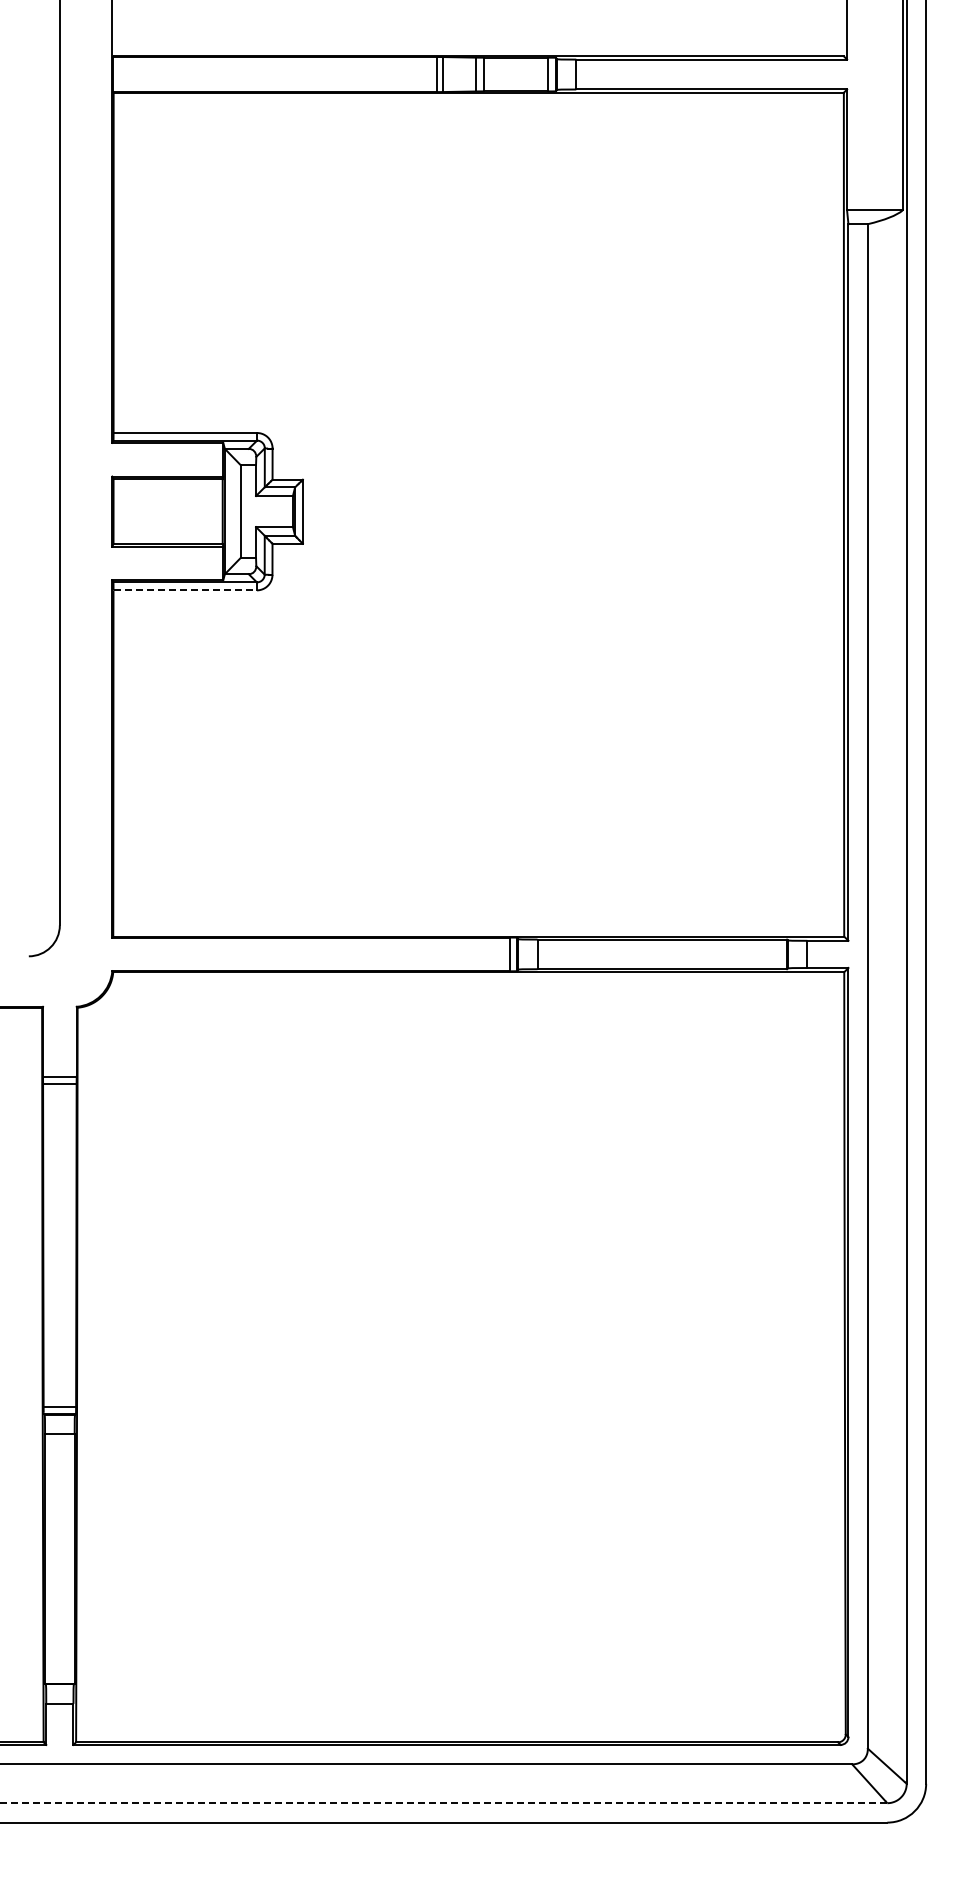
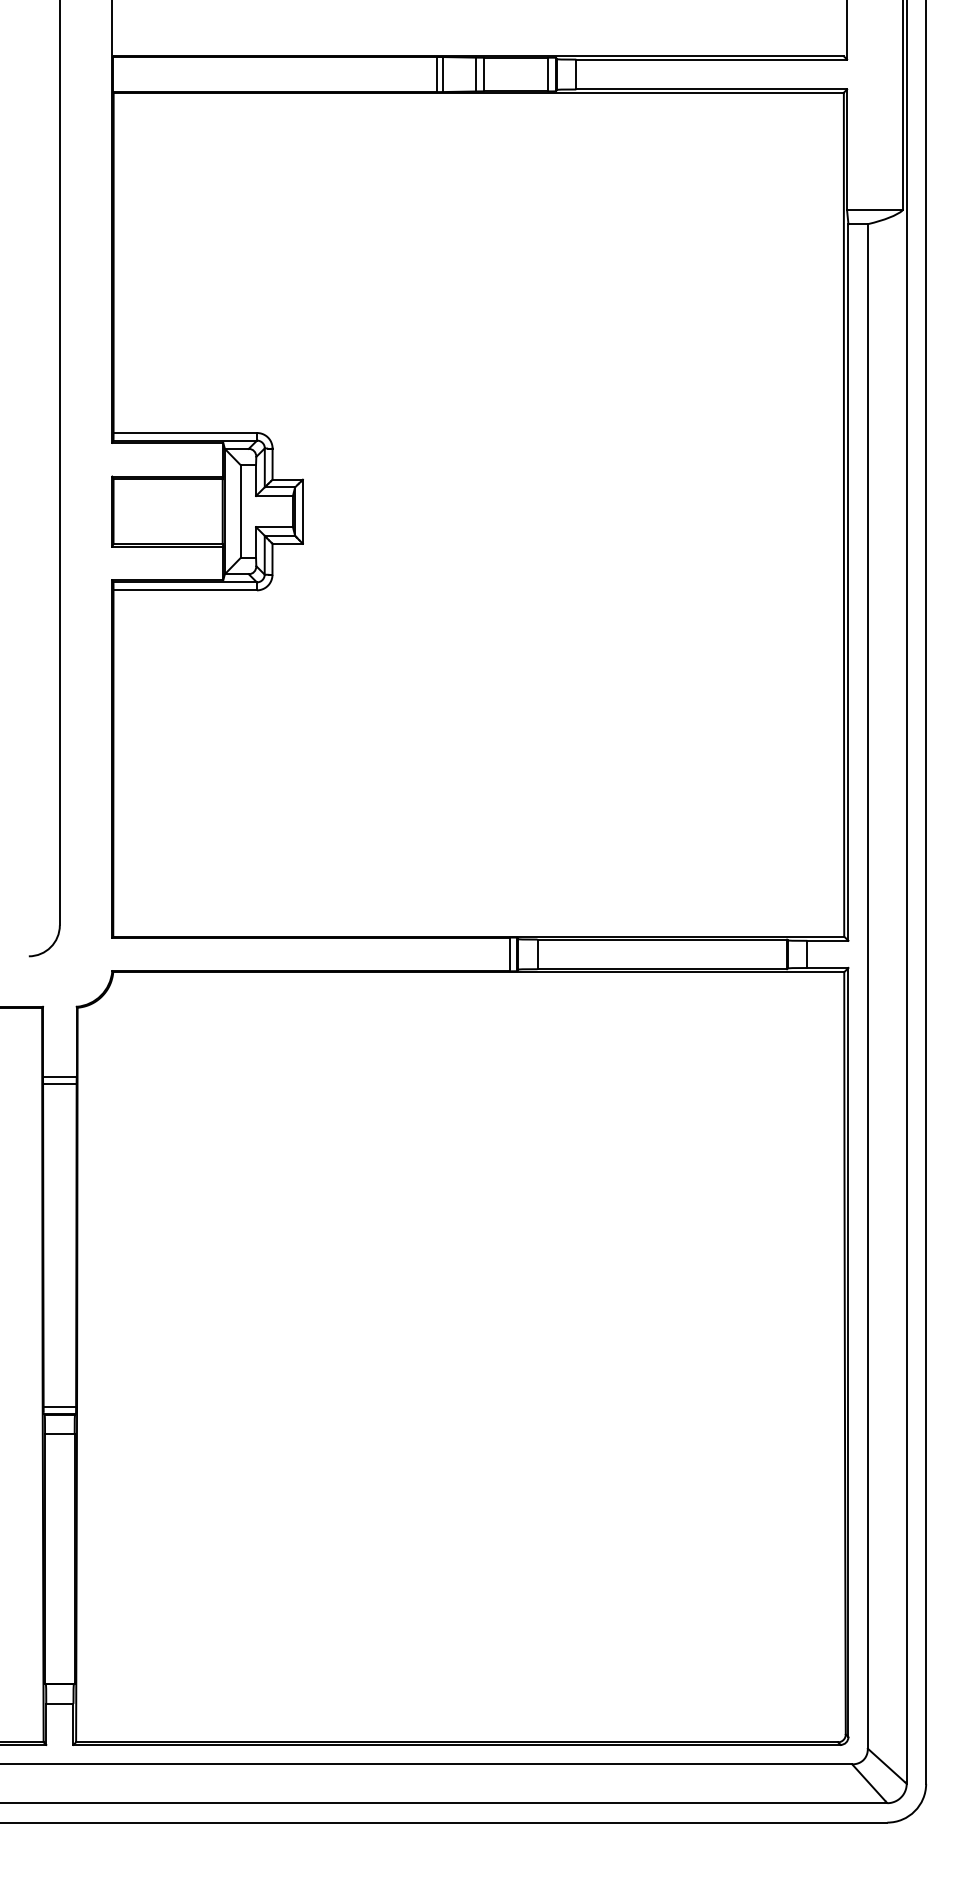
line at (185, 590): dashed -> solid
line at (443, 1803): dashed -> solid
